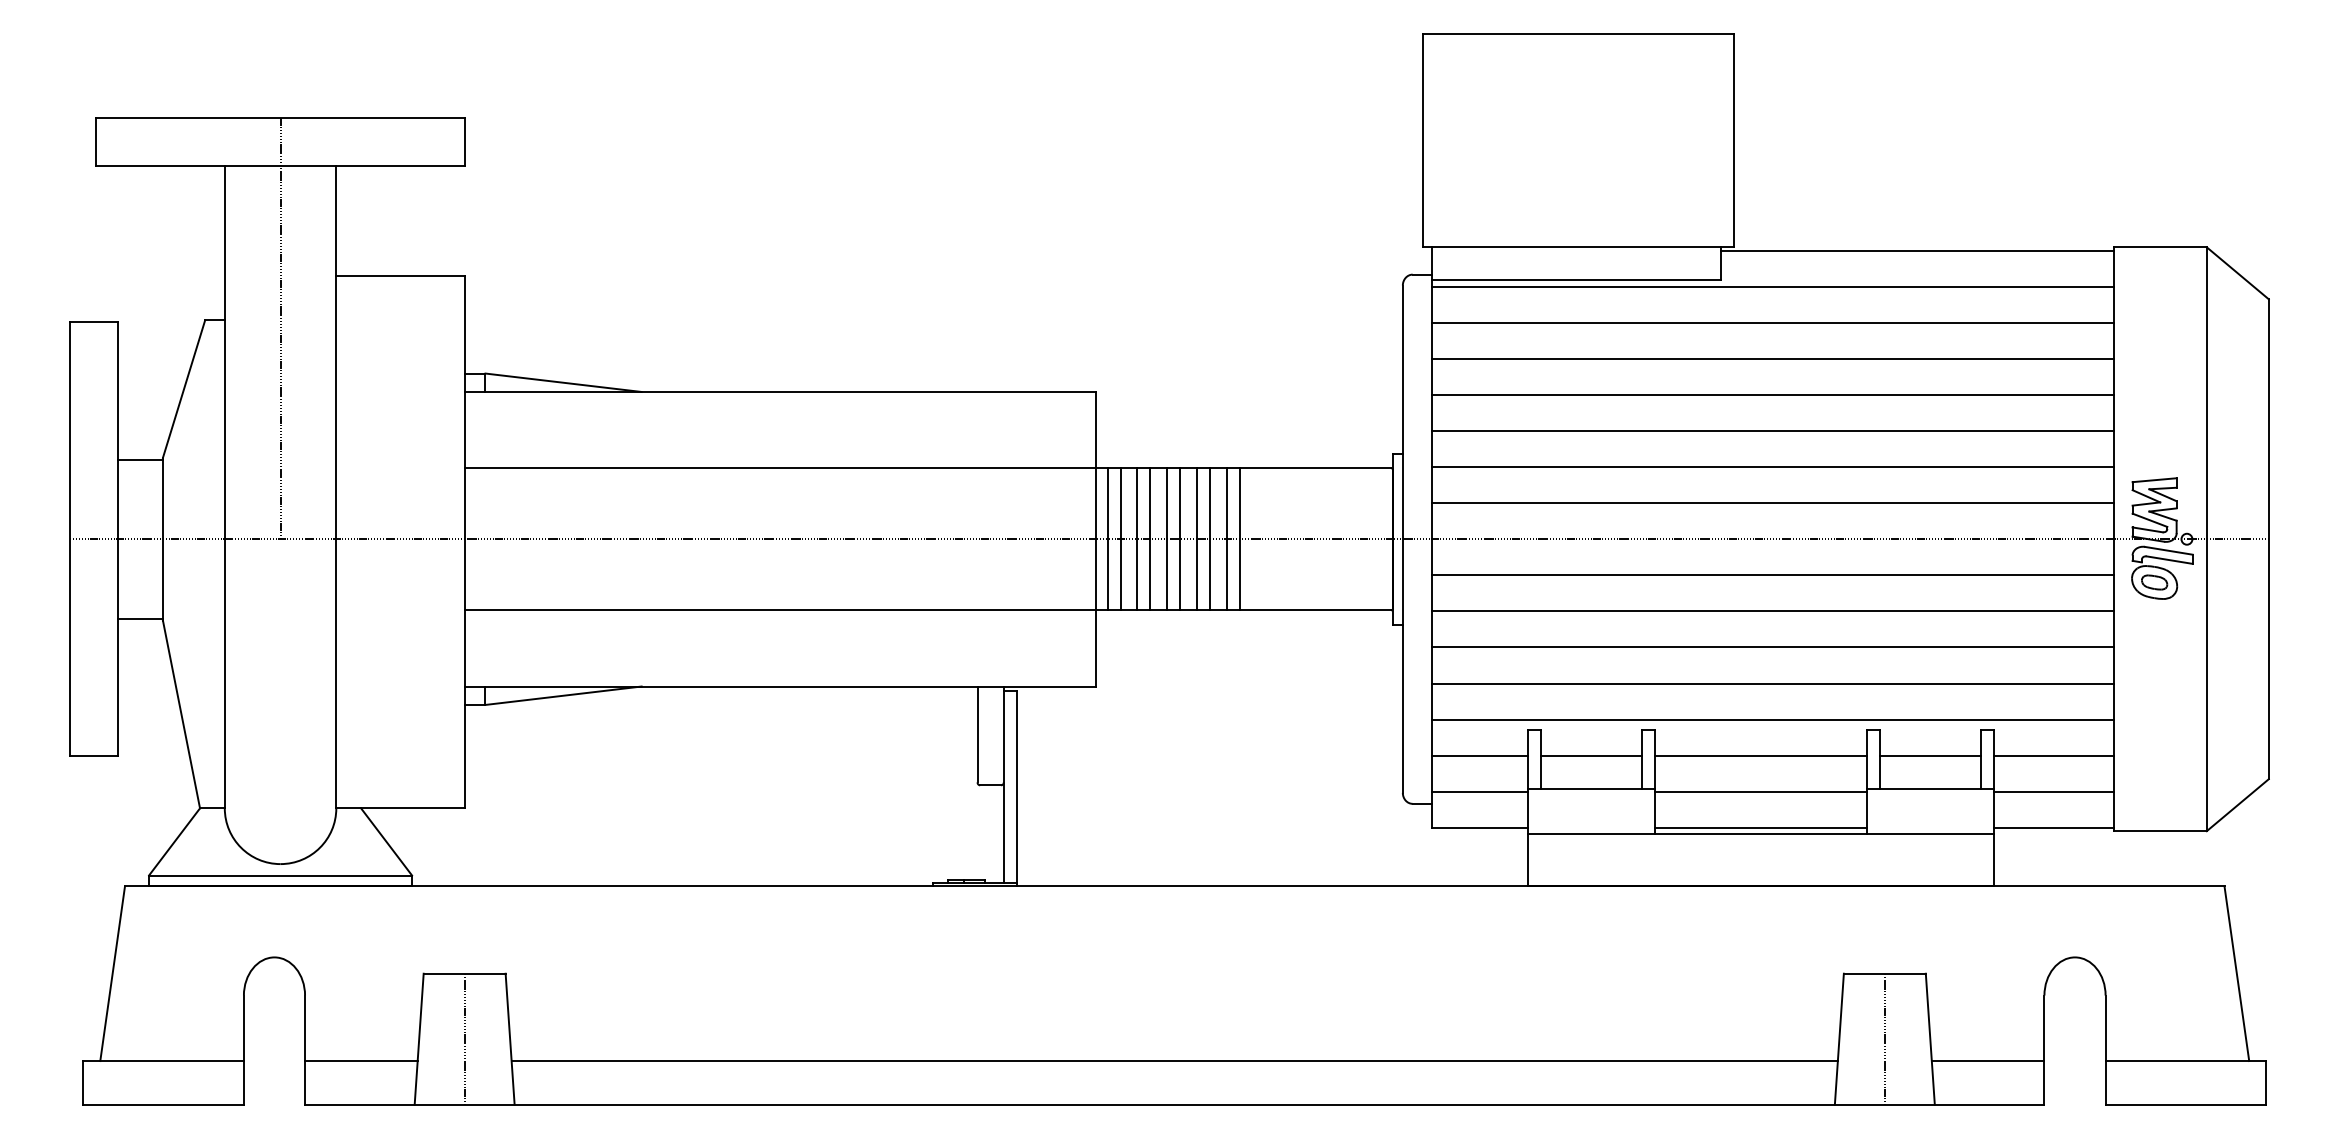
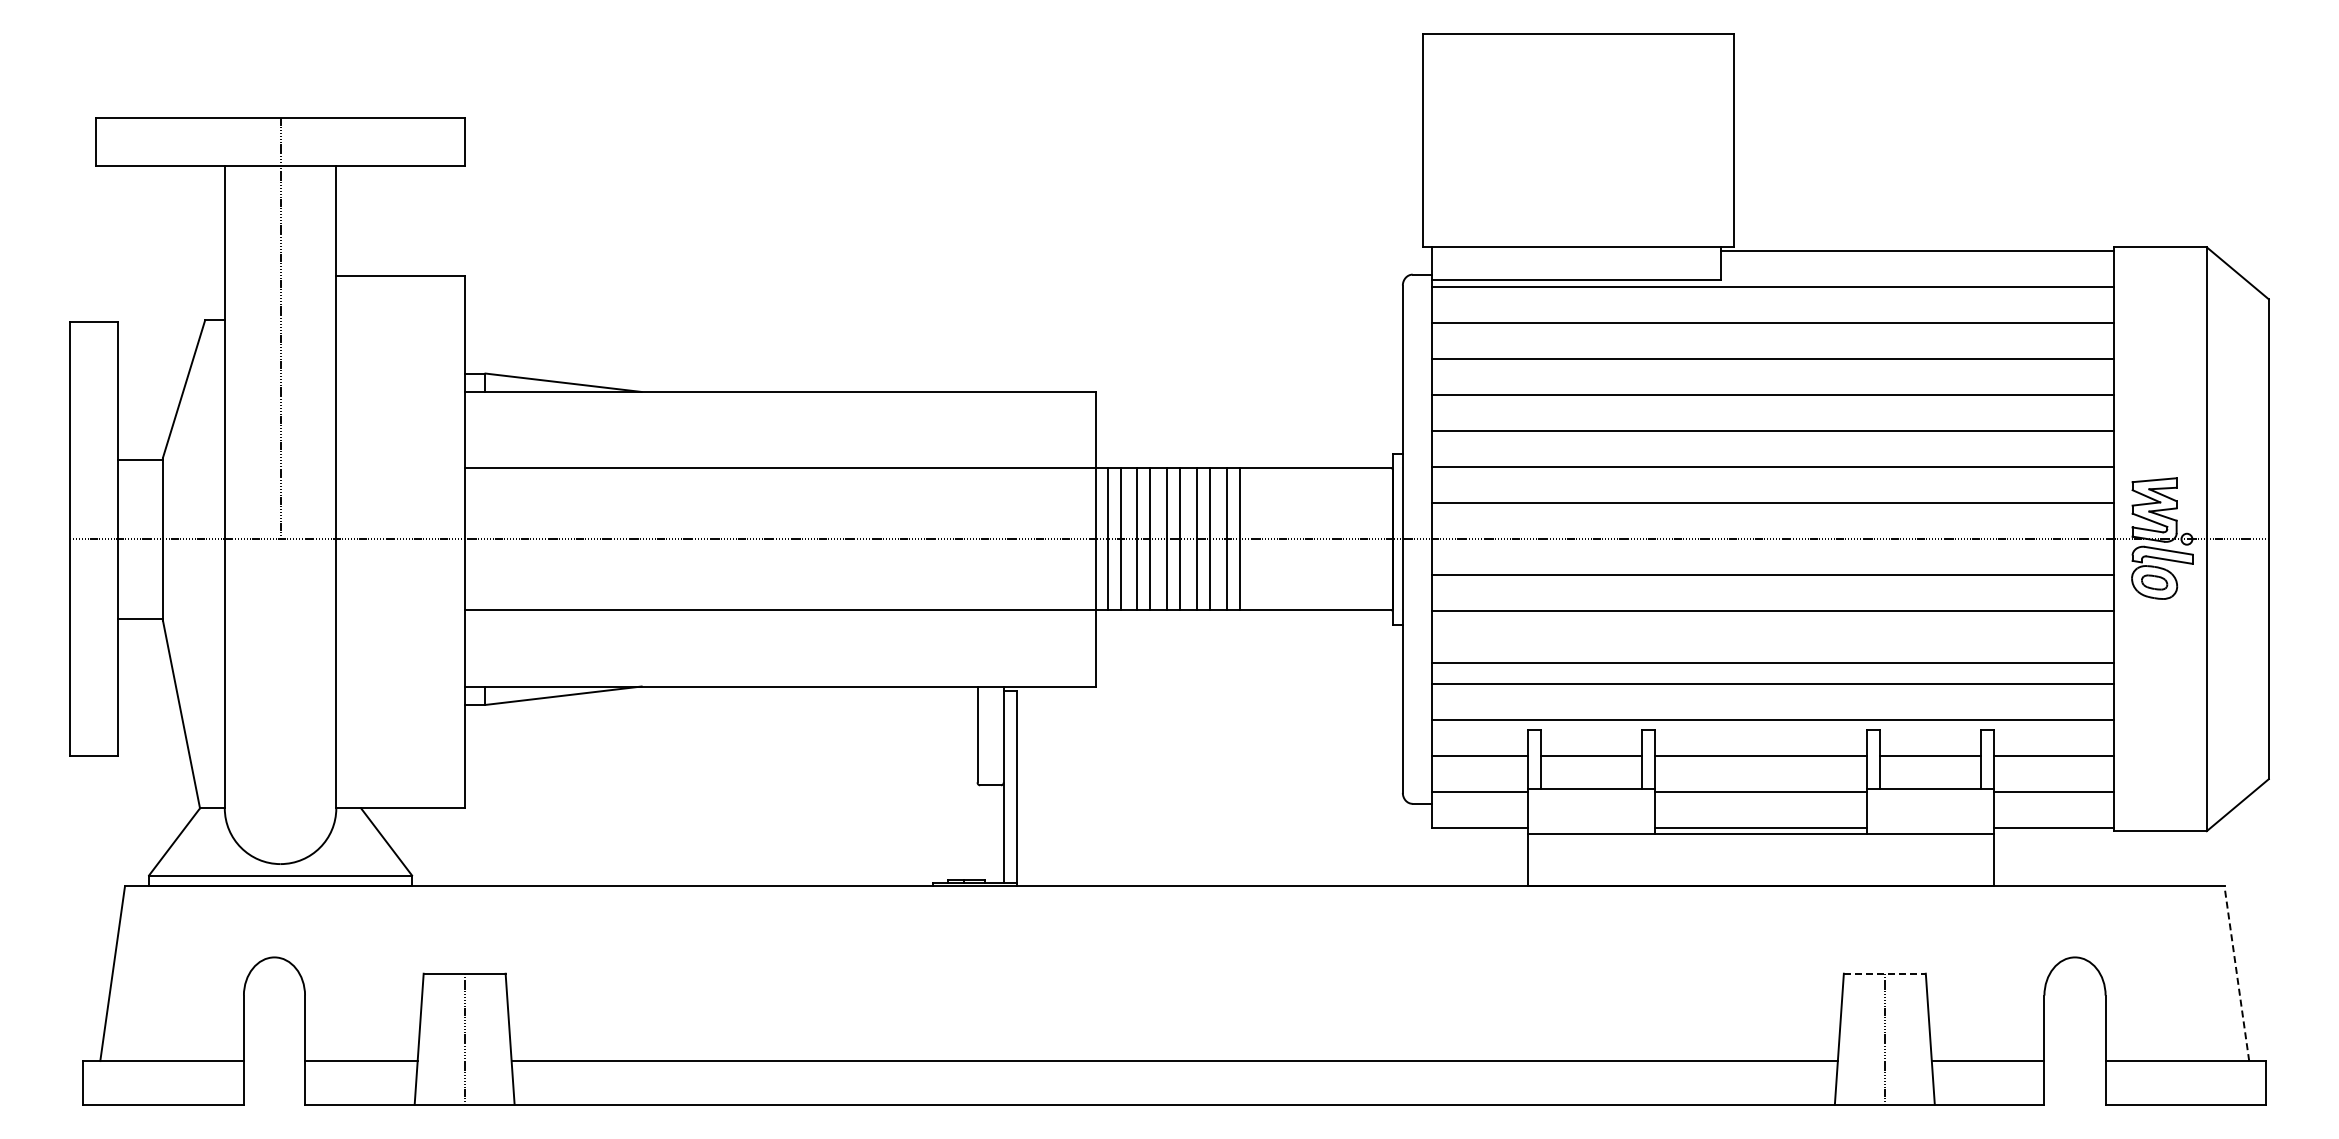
line at (1772, 647) position: (1772, 647) -> (1772, 663)
line at (1884, 973): solid -> dashed
line at (2236, 973): solid -> dashed
